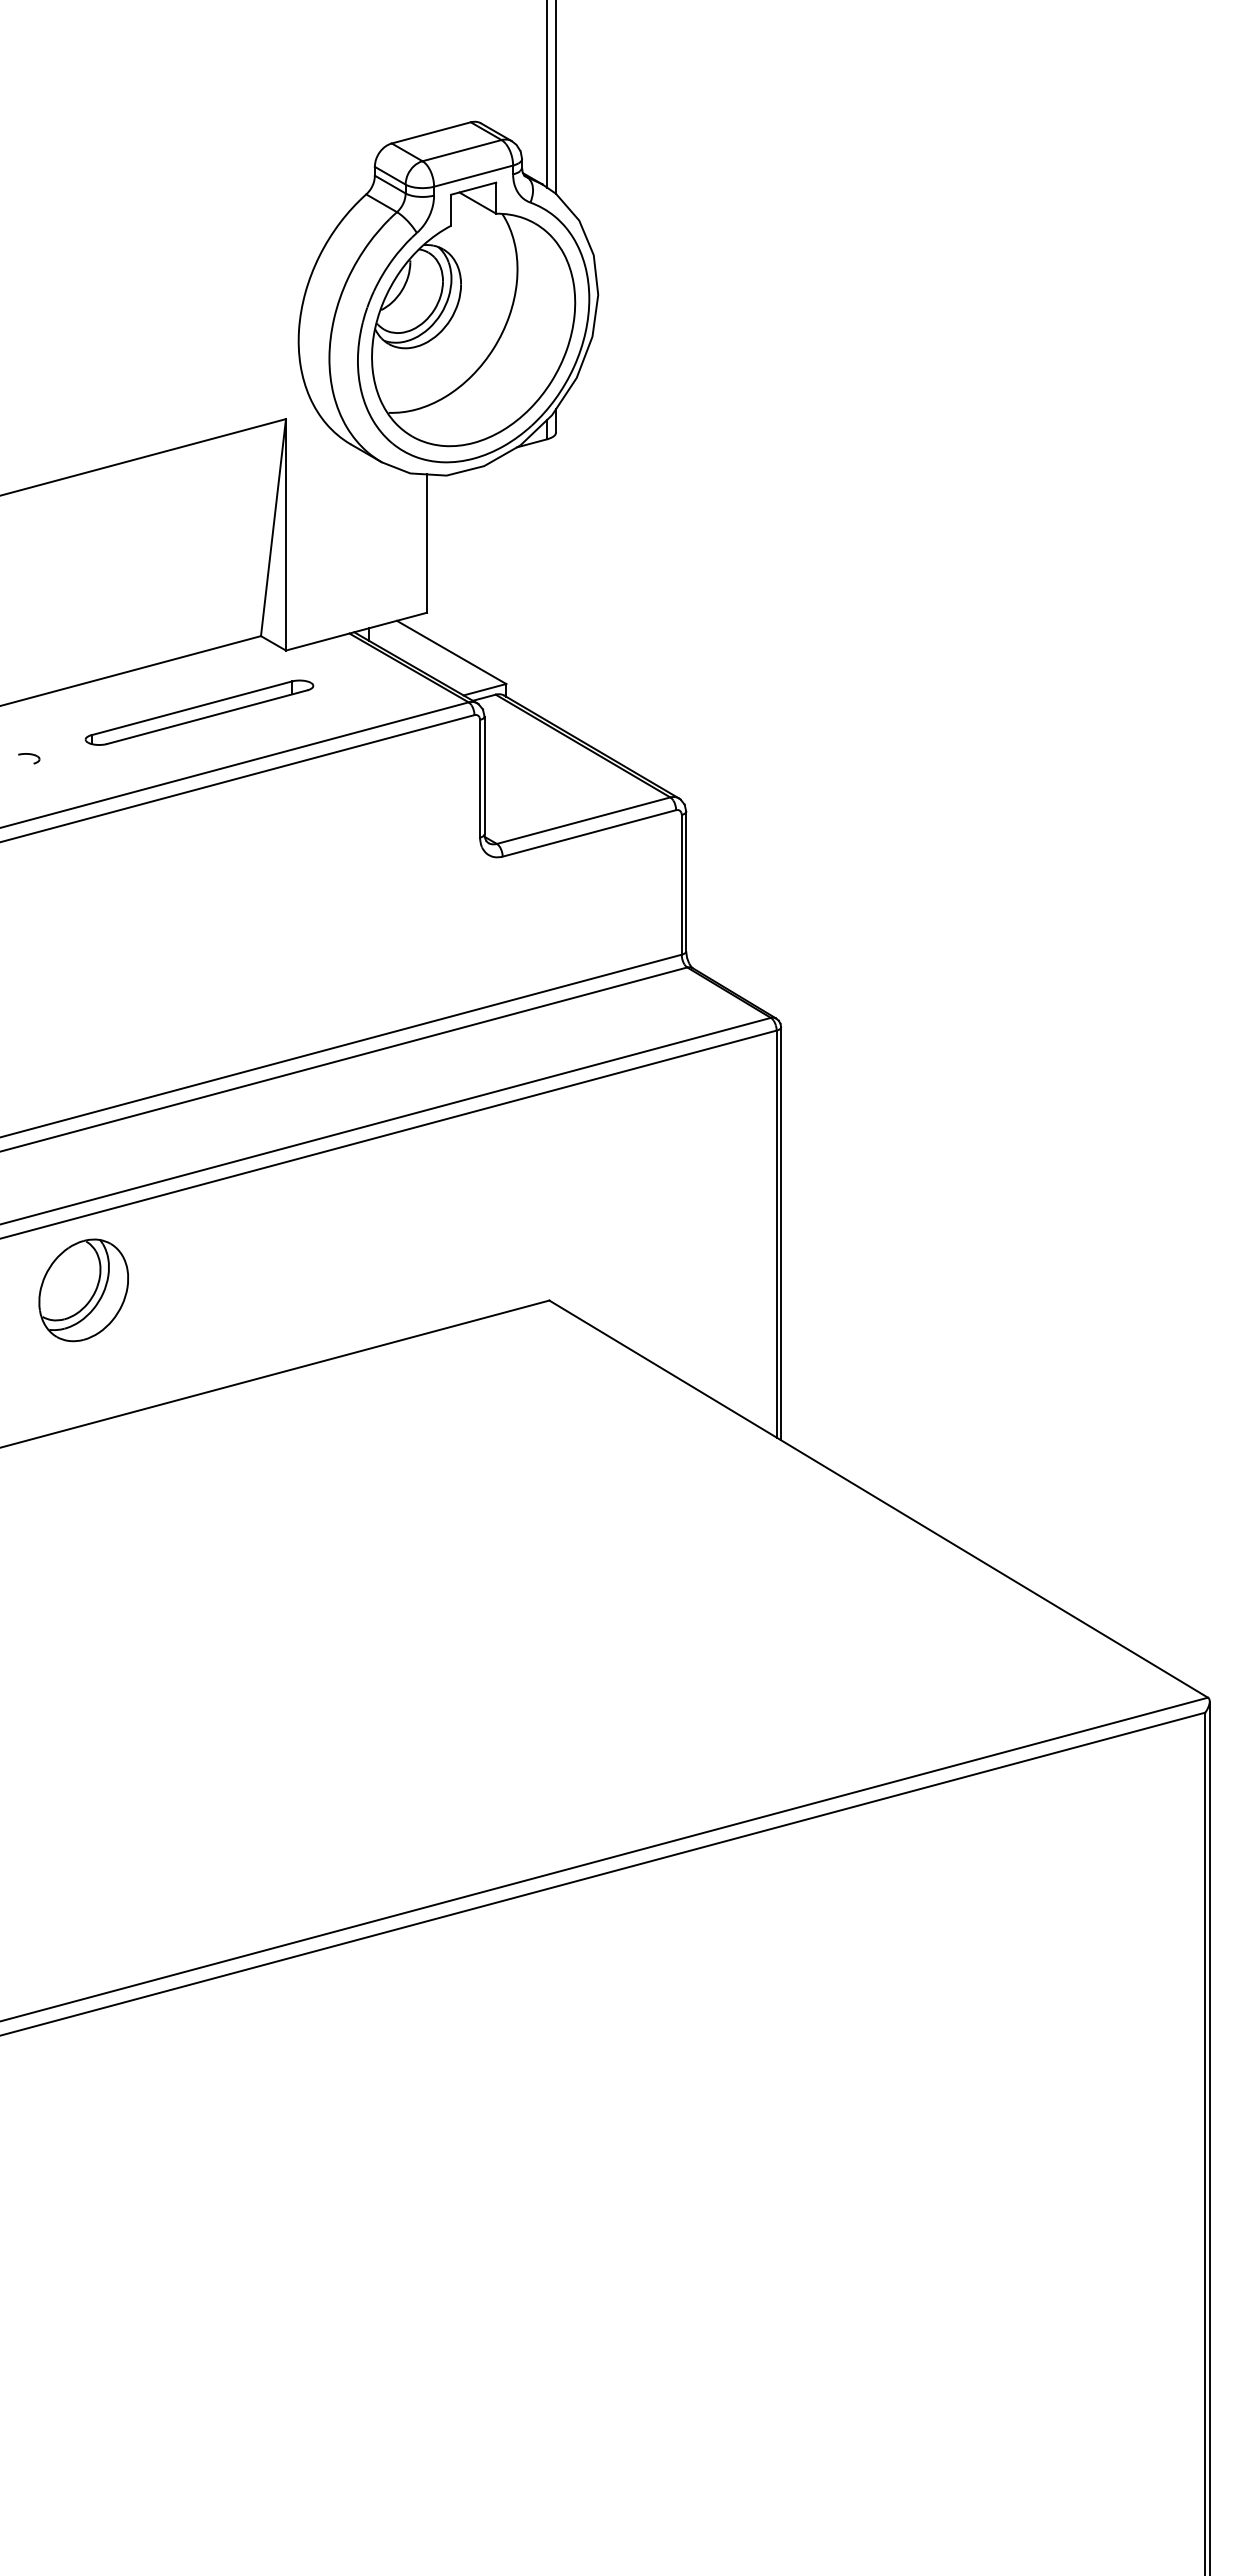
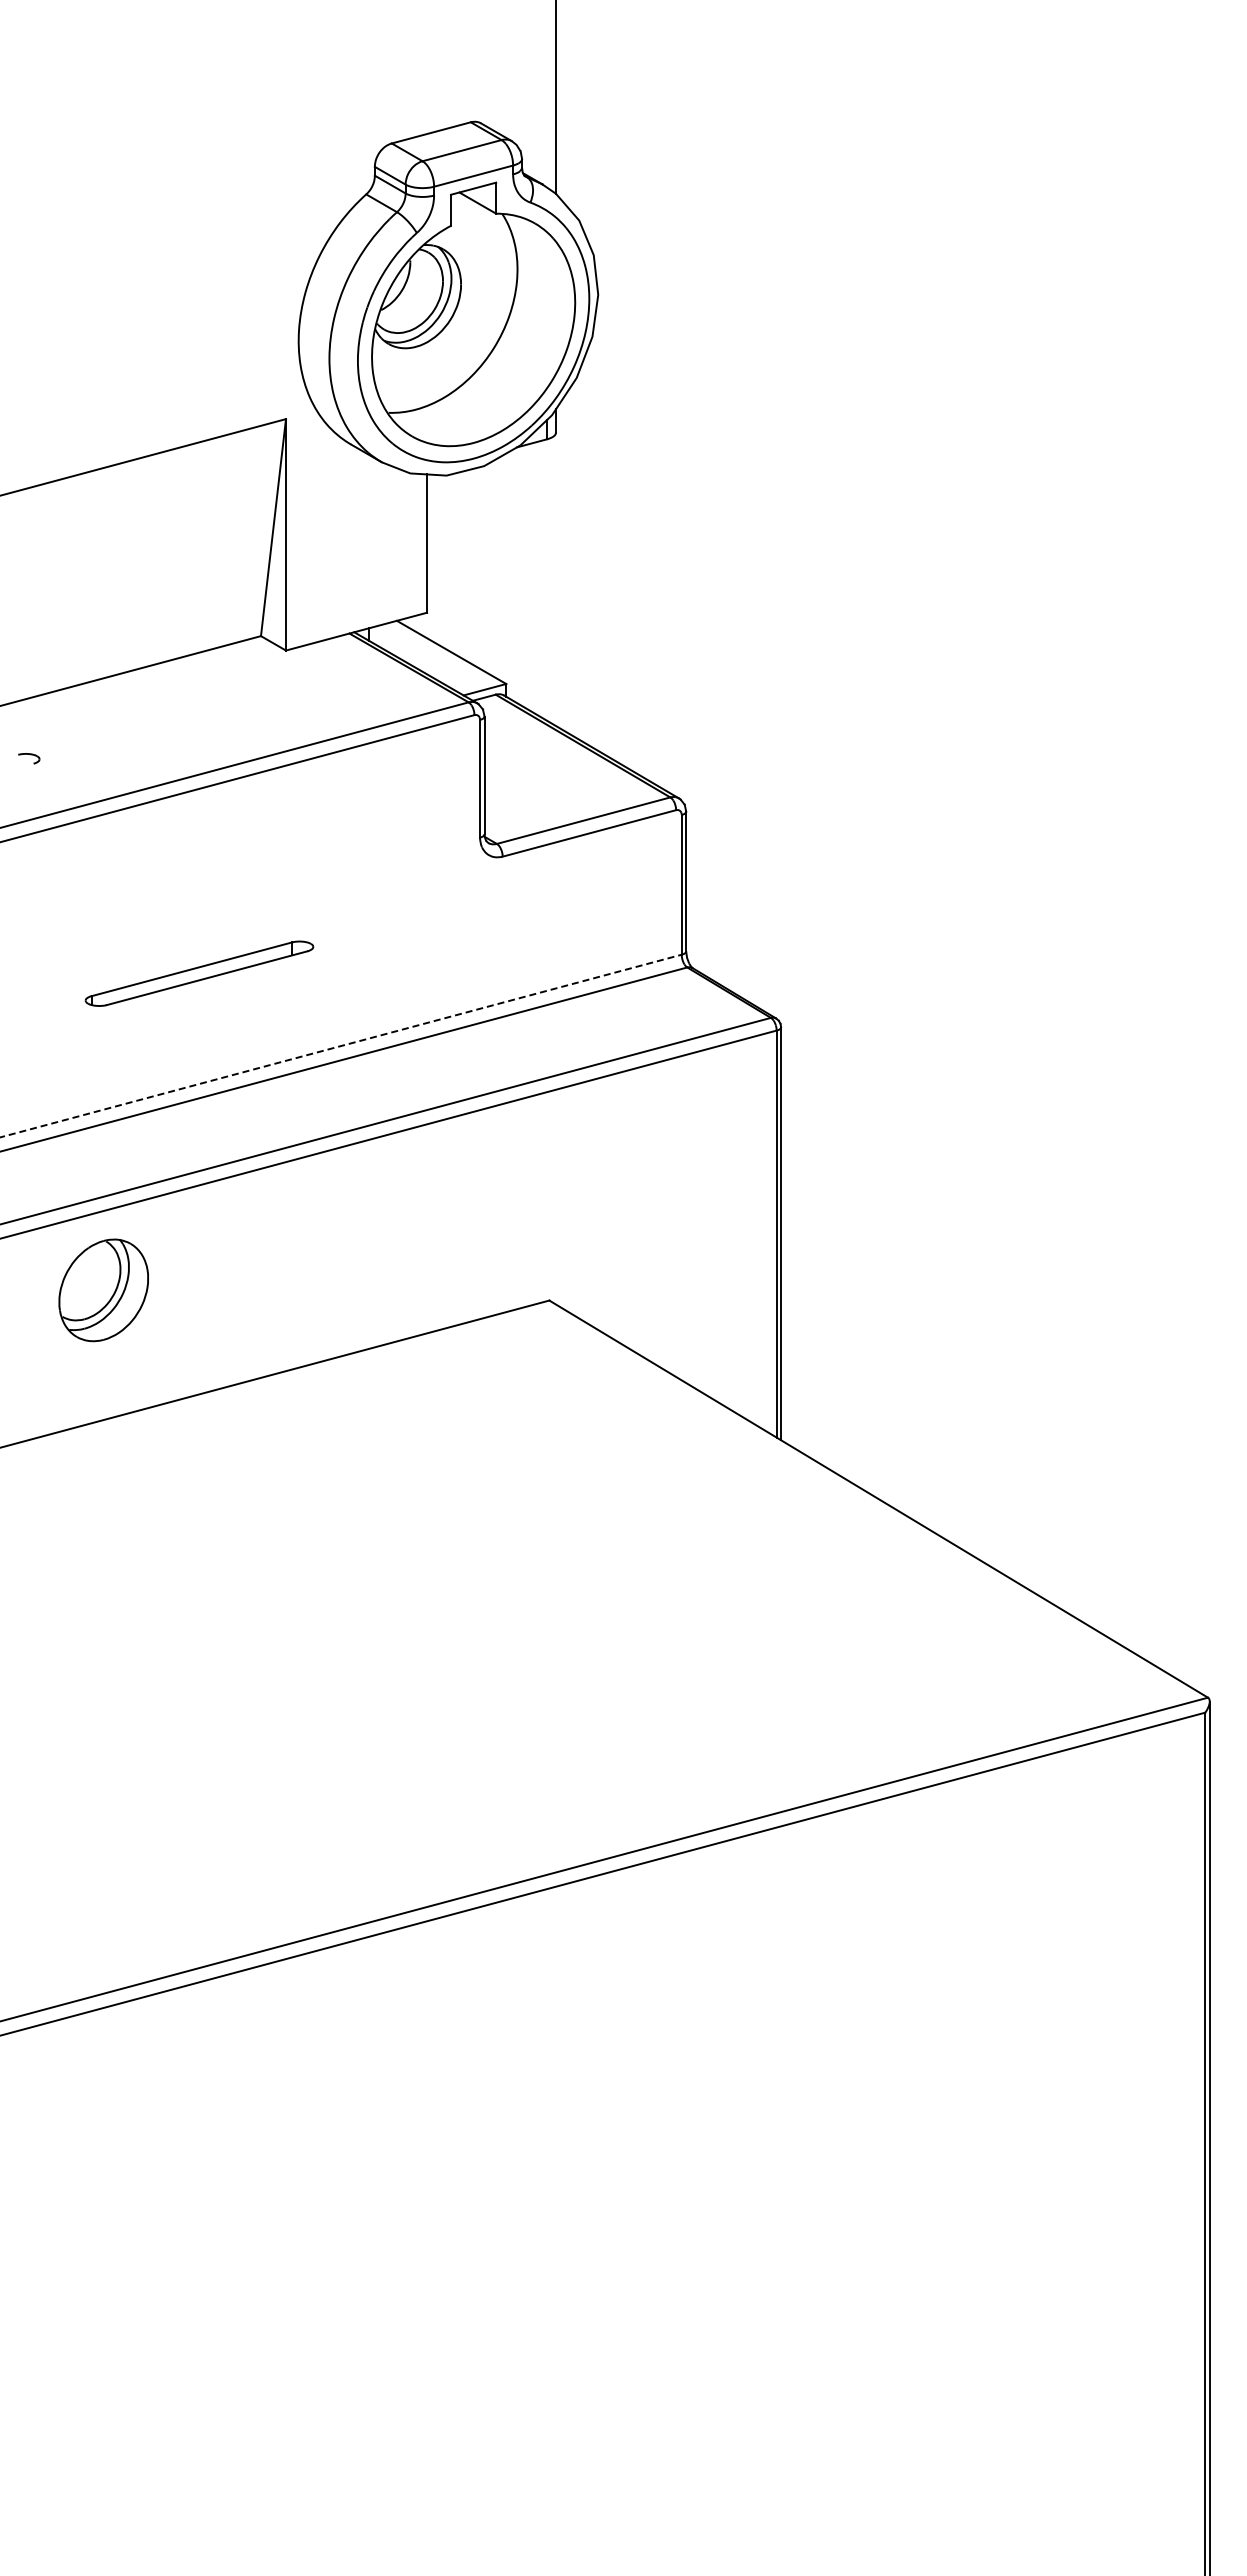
line at (547, 94): present -> none
part at (199, 712) position: (199, 712) -> (199, 973)
line at (341, 1045): solid -> dashed
part at (83, 1290) position: (83, 1290) -> (103, 1290)
